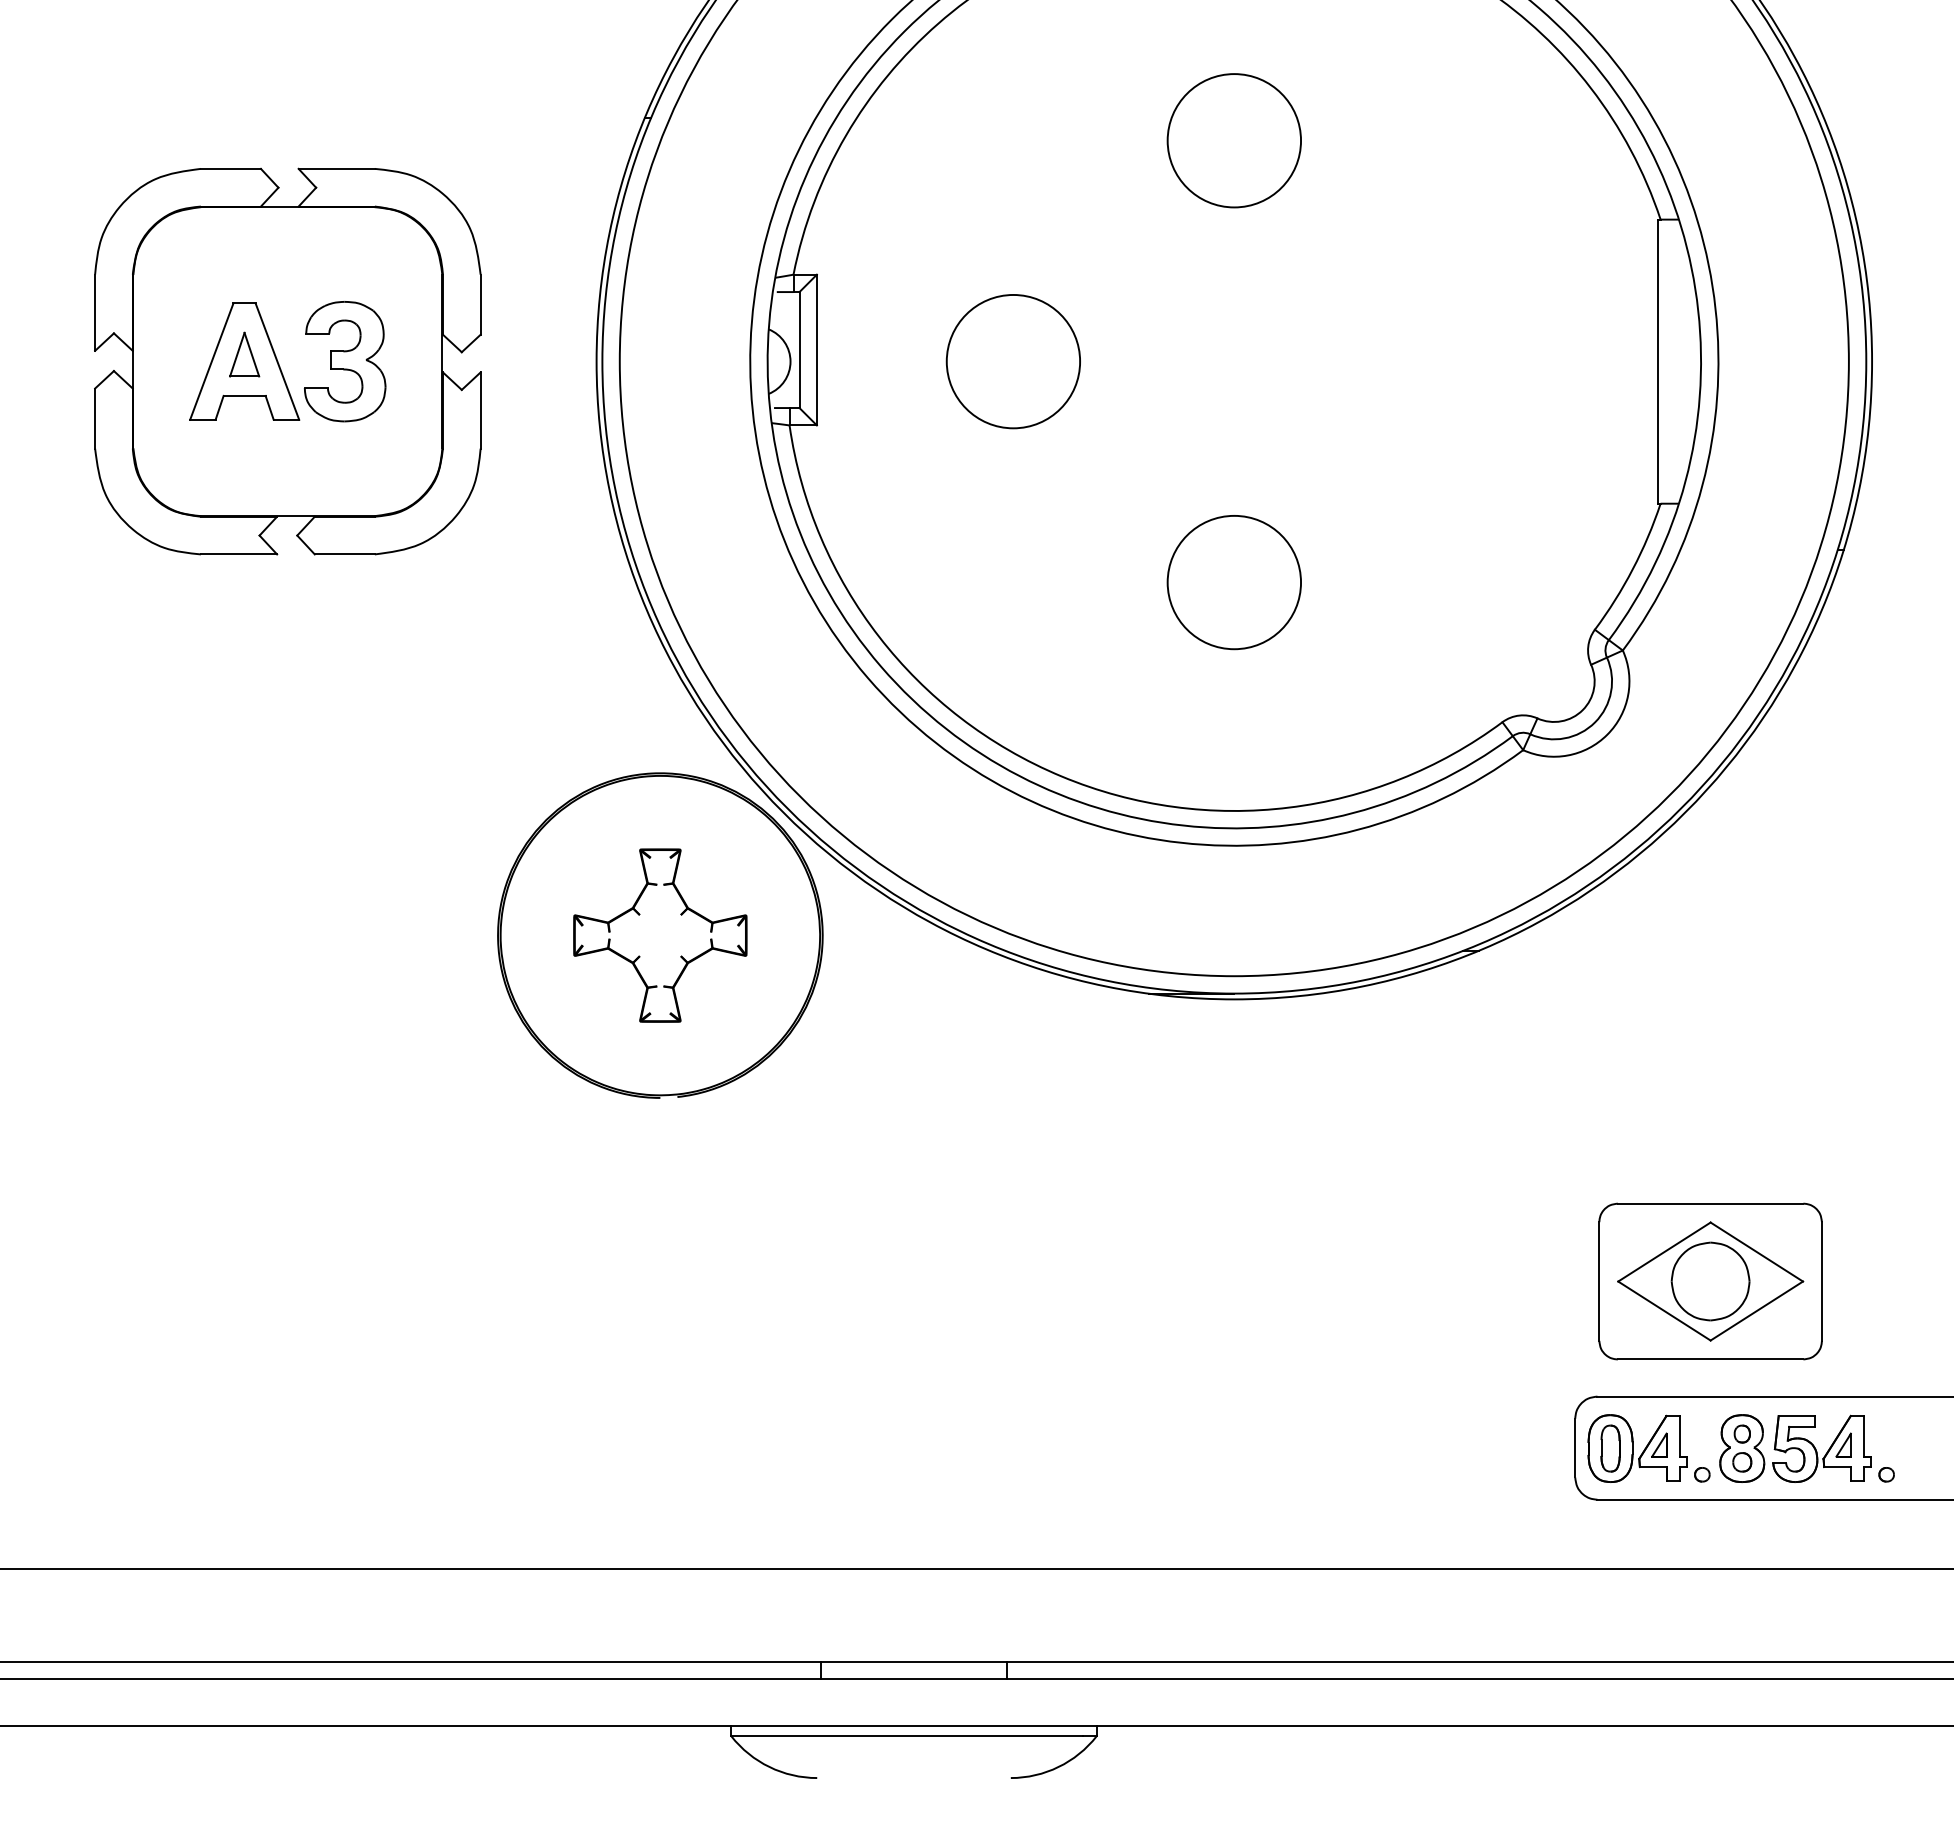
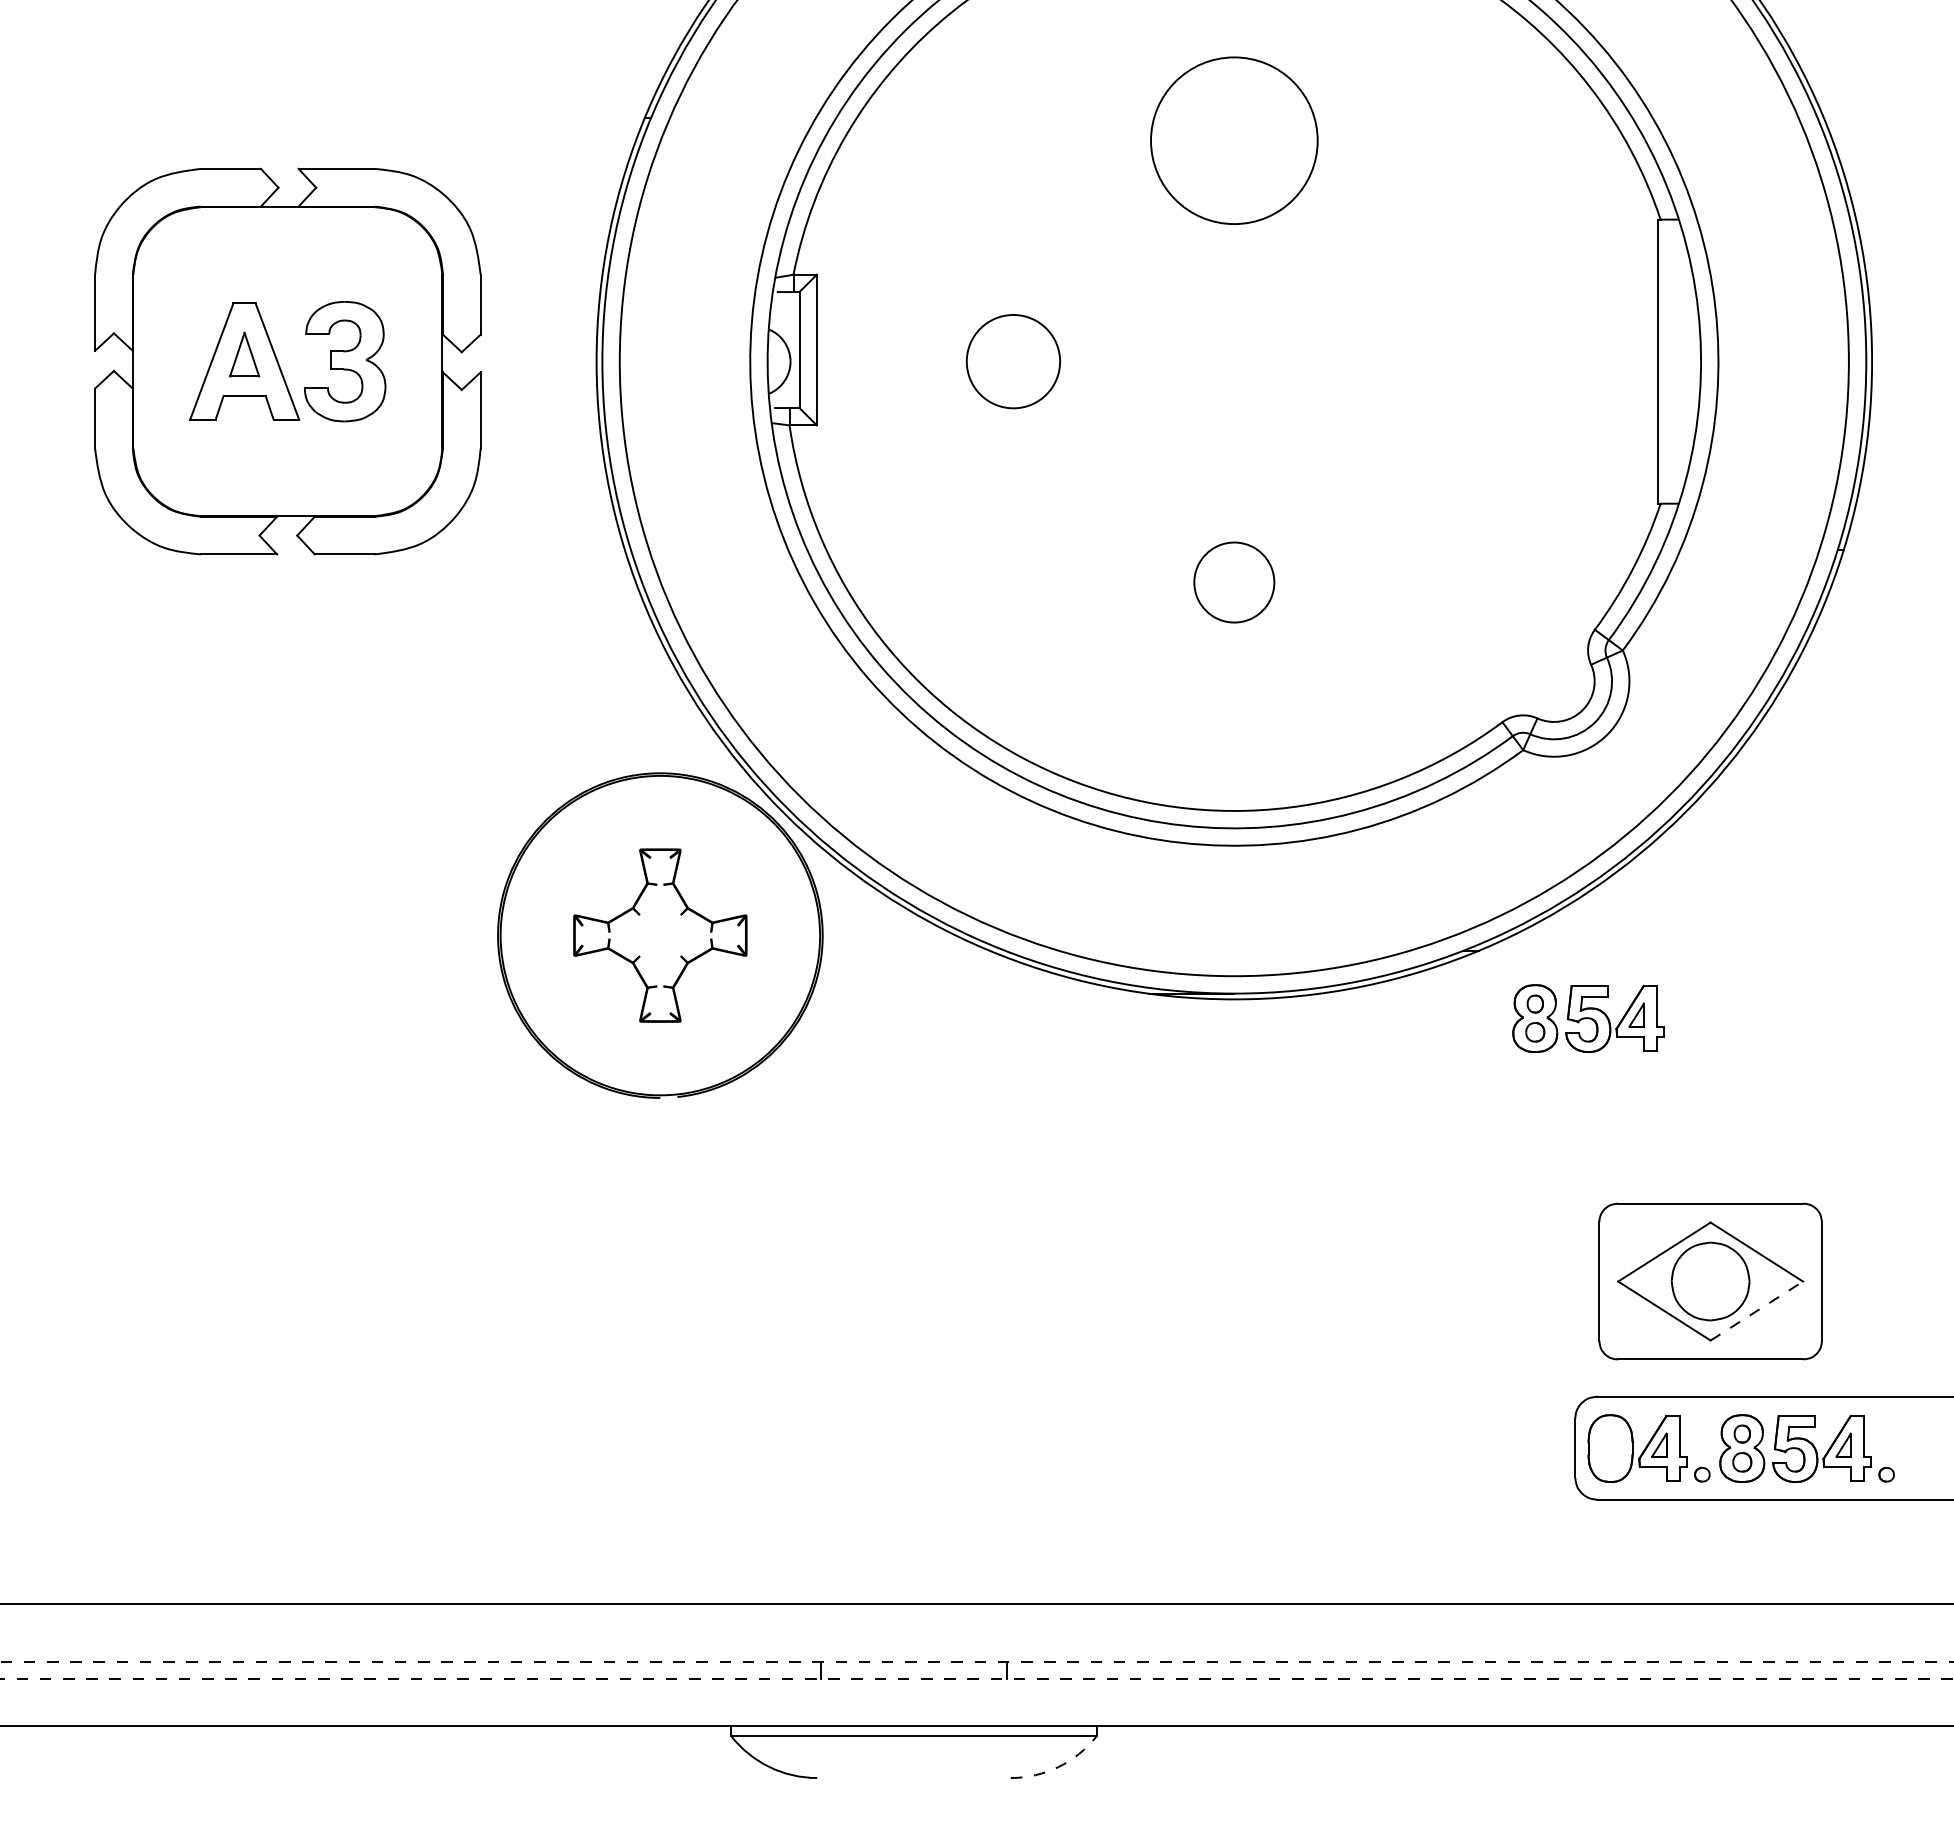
circle at (1234, 140) diameter: 133 px -> 167 px
circle at (1013, 361) diameter: 133 px -> 93 px
circle at (1234, 582) diameter: 133 px -> 80 px
part at (1588, 1018): none -> present
line at (1756, 1311): solid -> dashed
part at (1610, 1448): present -> none
line at (976, 1569) position: (976, 1569) -> (976, 1604)
line at (977, 1662): solid -> dashed
line at (976, 1679): solid -> dashed
arc at (1058, 1767): solid -> dashed
